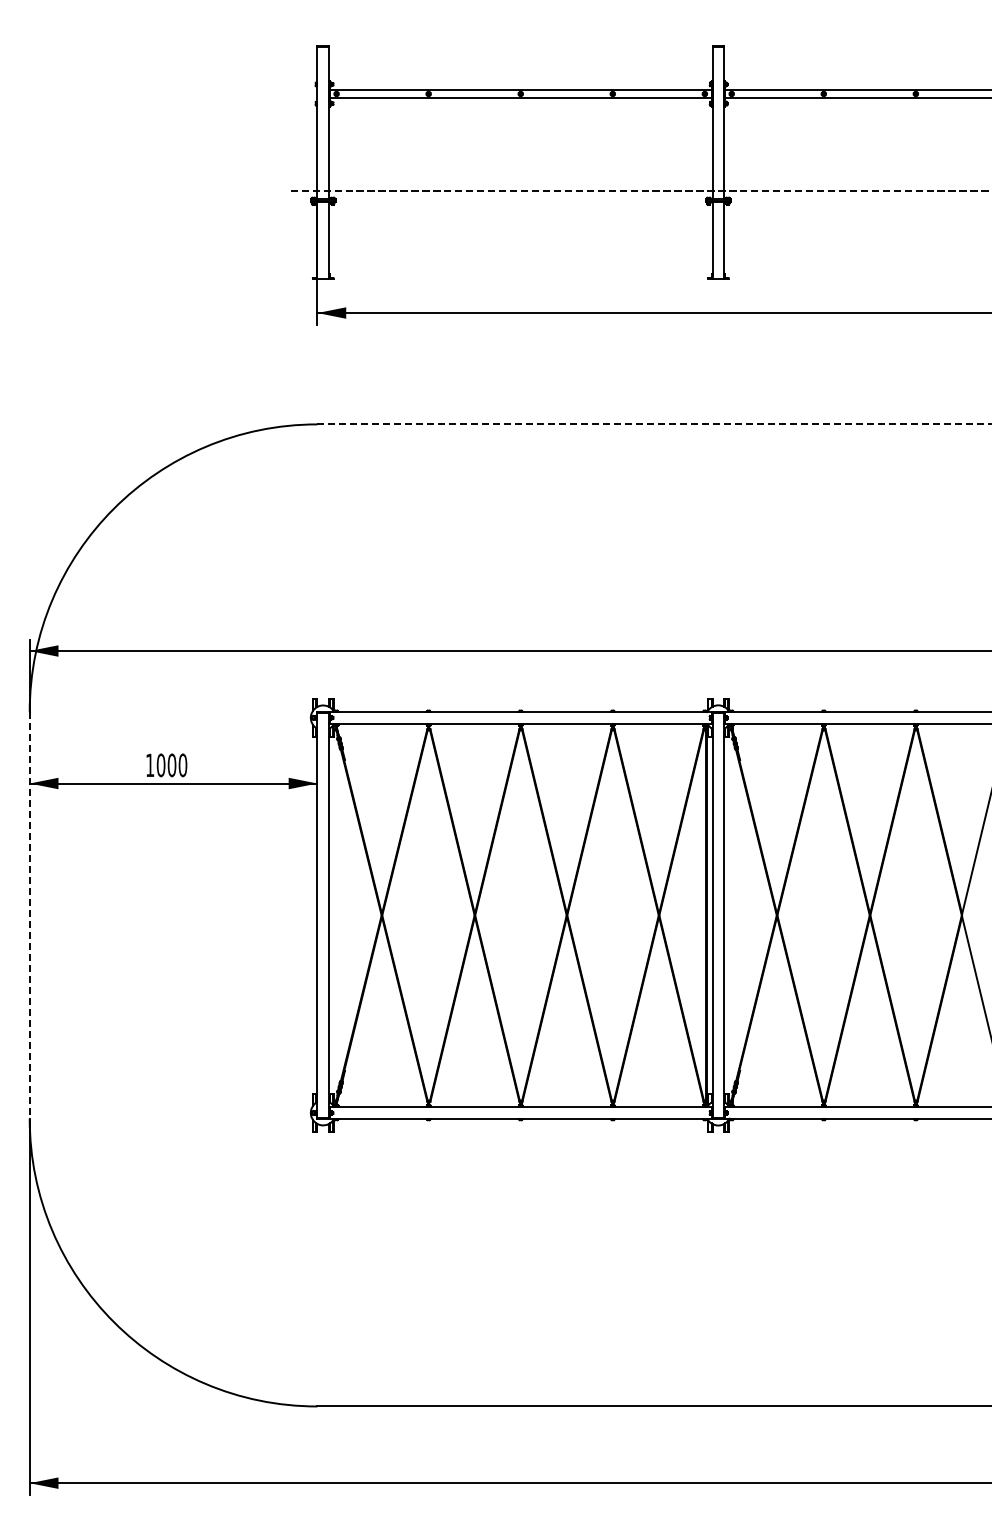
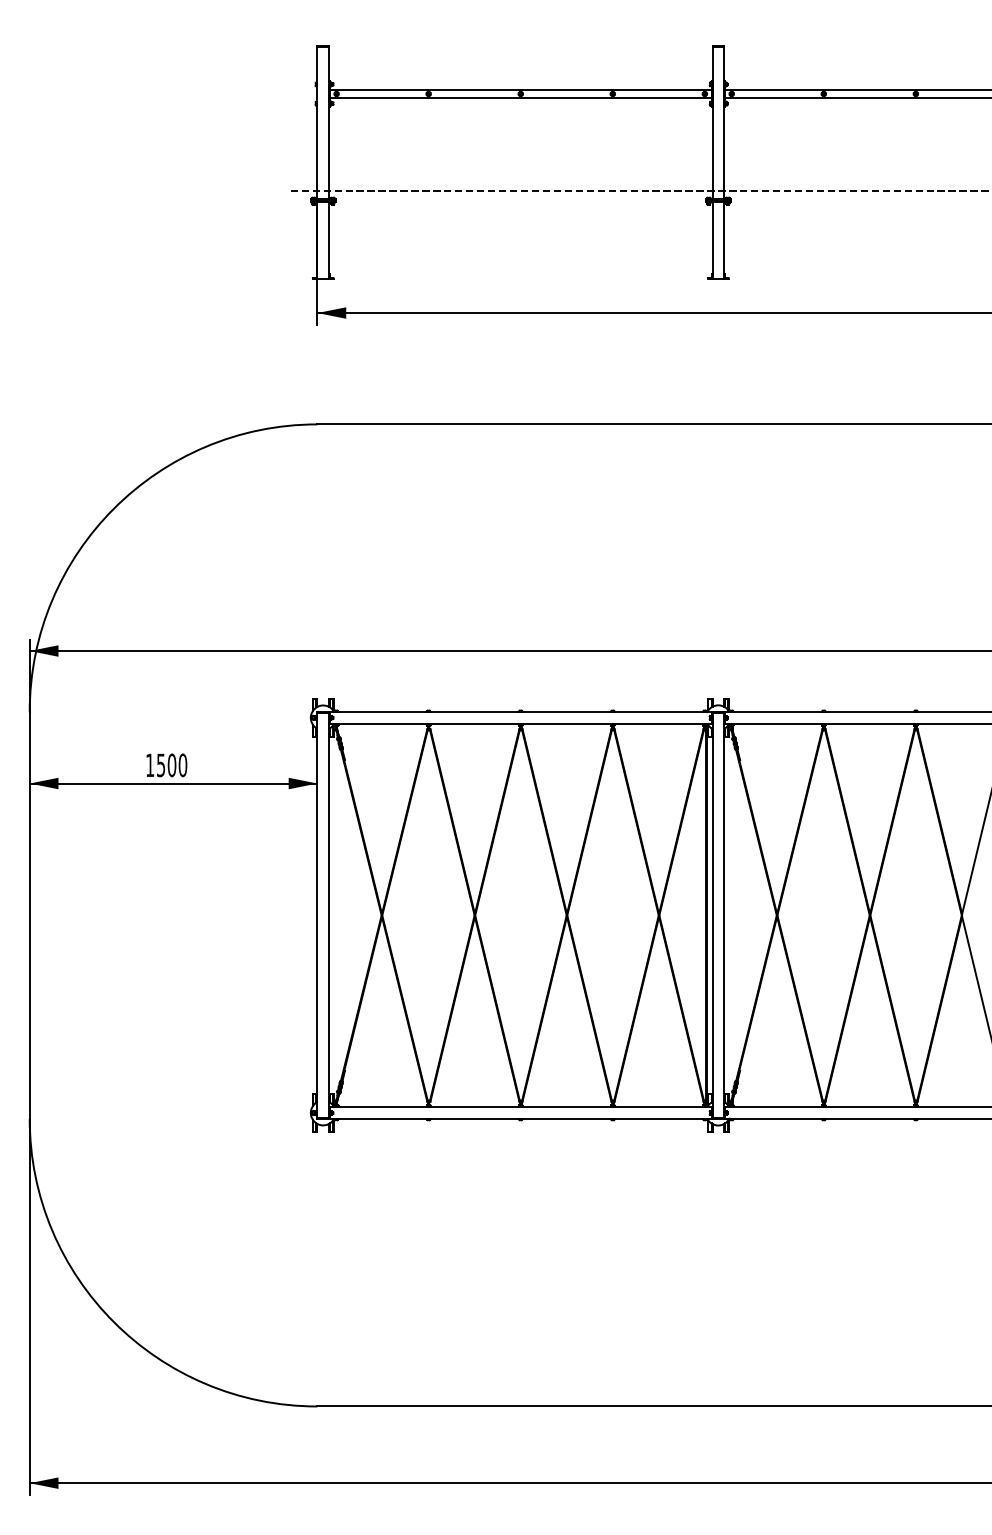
line at (654, 424): dashed -> solid
text at (160, 765): 1000 -> 1500
line at (29, 915): dashed -> solid
